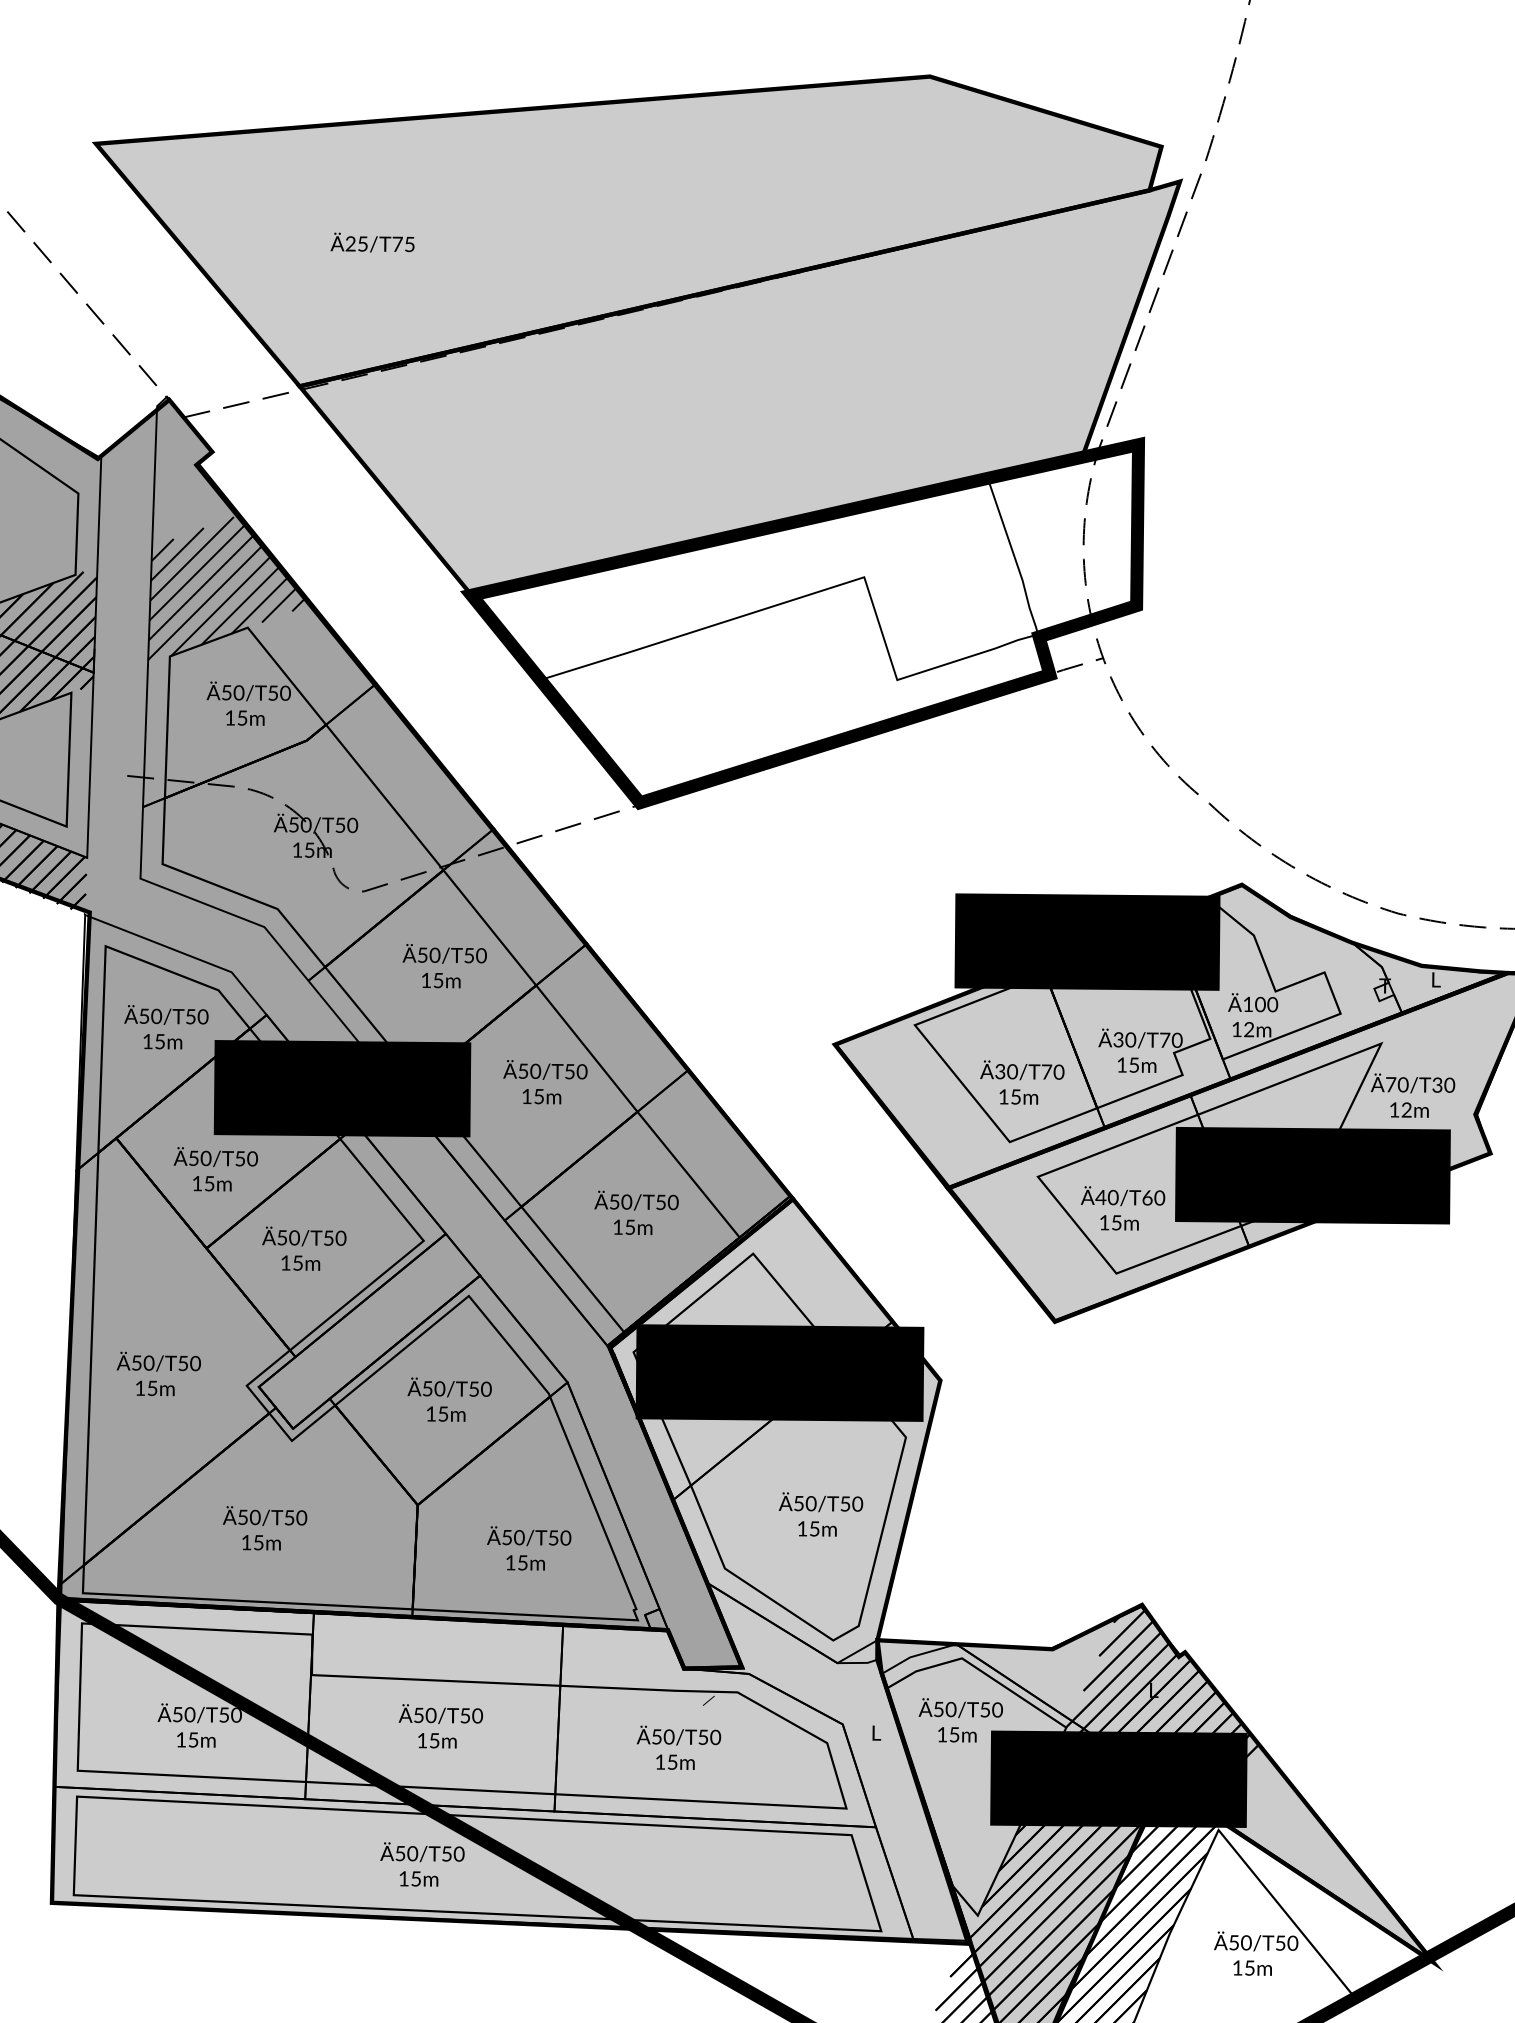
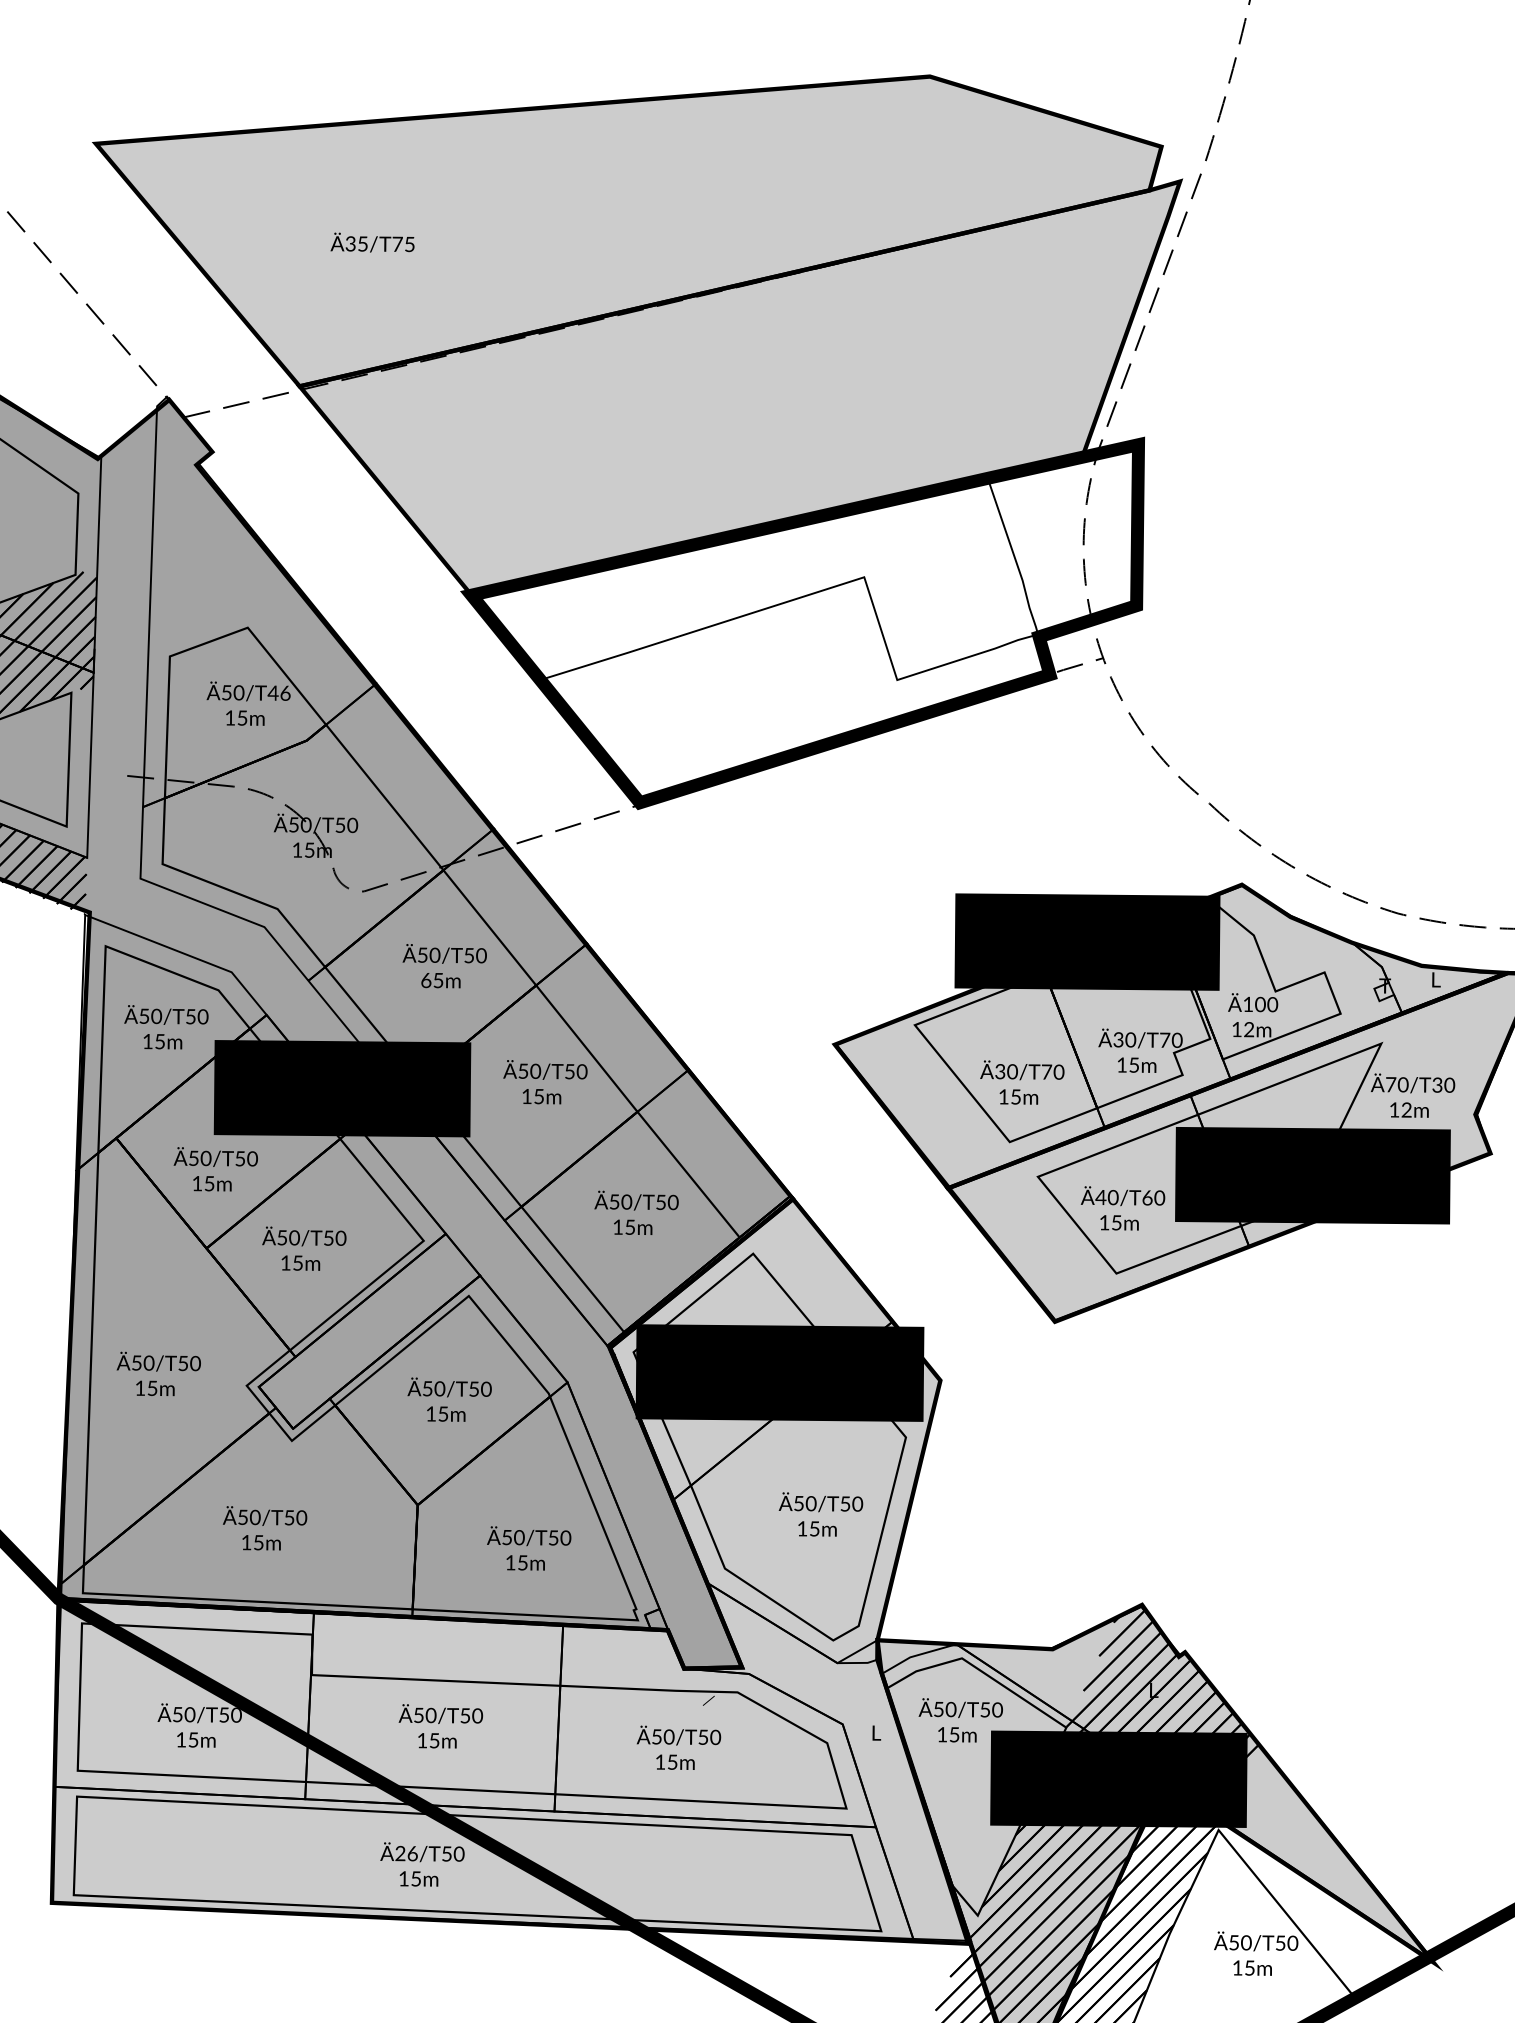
text at (350, 246): \c0;Ä25/ -> \c0;Ä35/
hatch at (227, 588): present -> none
text at (278, 692): \c0;Ä50/T50 -> \c0;Ä50/T46
text at (426, 980): 15m -> 65m
text at (406, 1853): \c0;Ä50/T50 -> \c0;Ä26/T50
